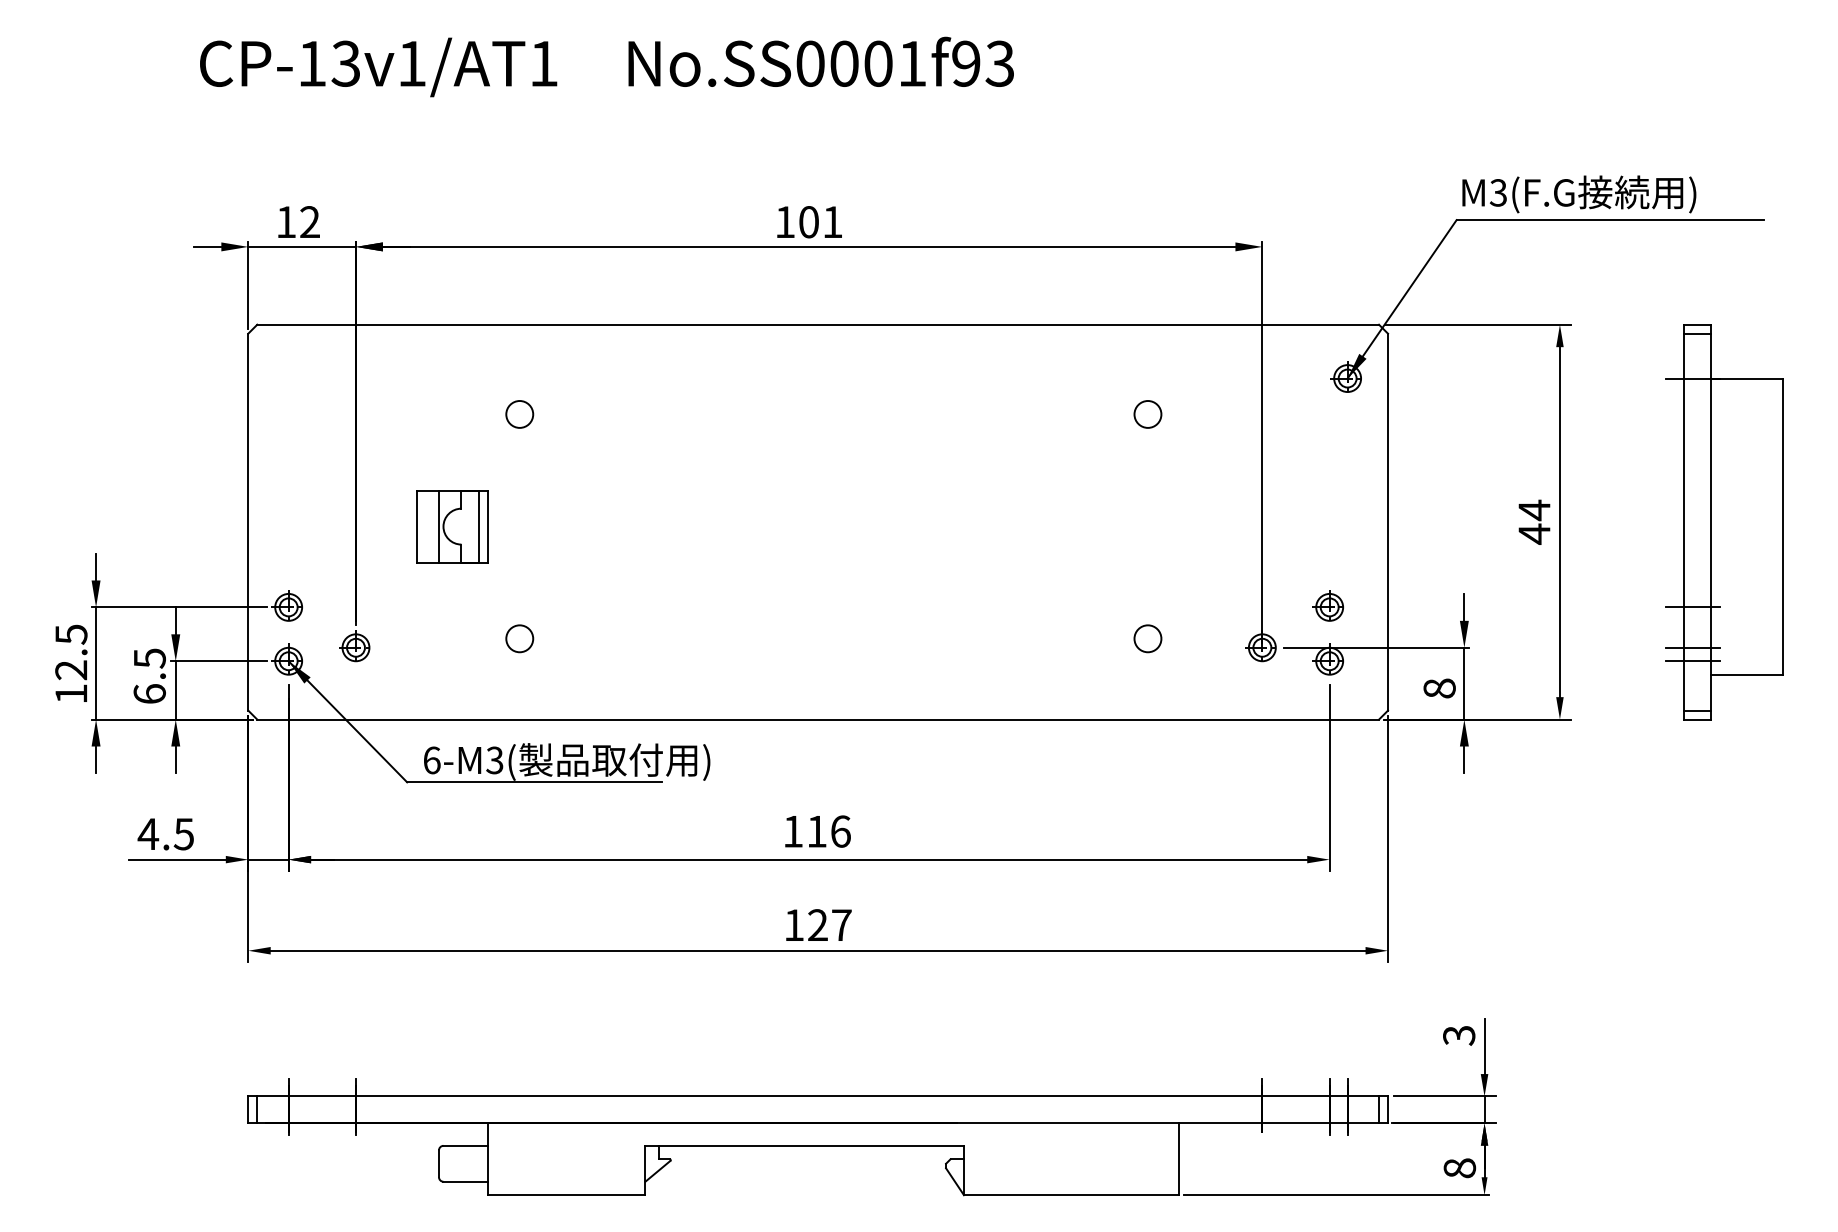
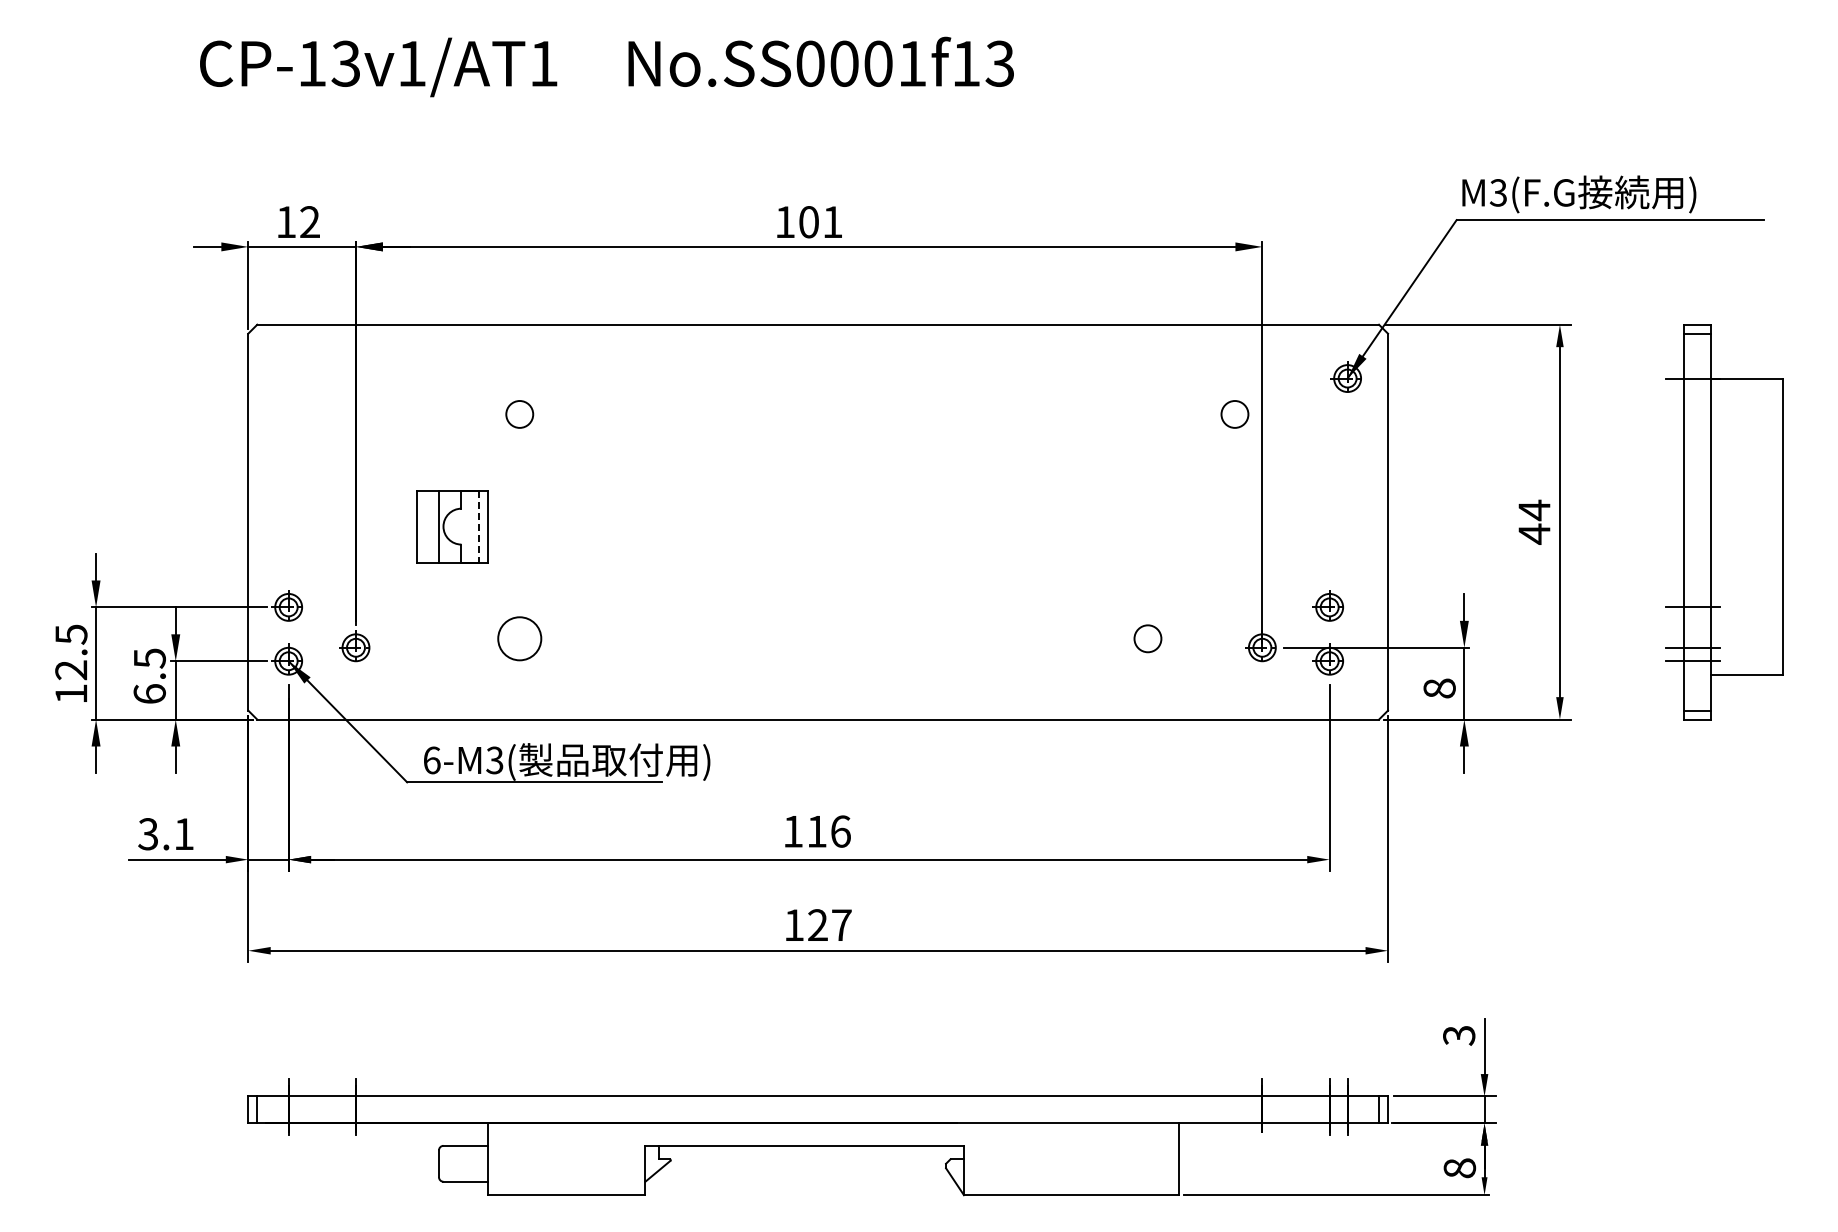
text at (966, 63): No.SS0001f93 -> No.SS0001f13
circle at (1147, 414) position: (1147, 414) -> (1234, 414)
line at (479, 526): solid -> dashed
circle at (519, 638) diameter: 27 px -> 43 px
text at (165, 834): 4.5 -> 3.1
